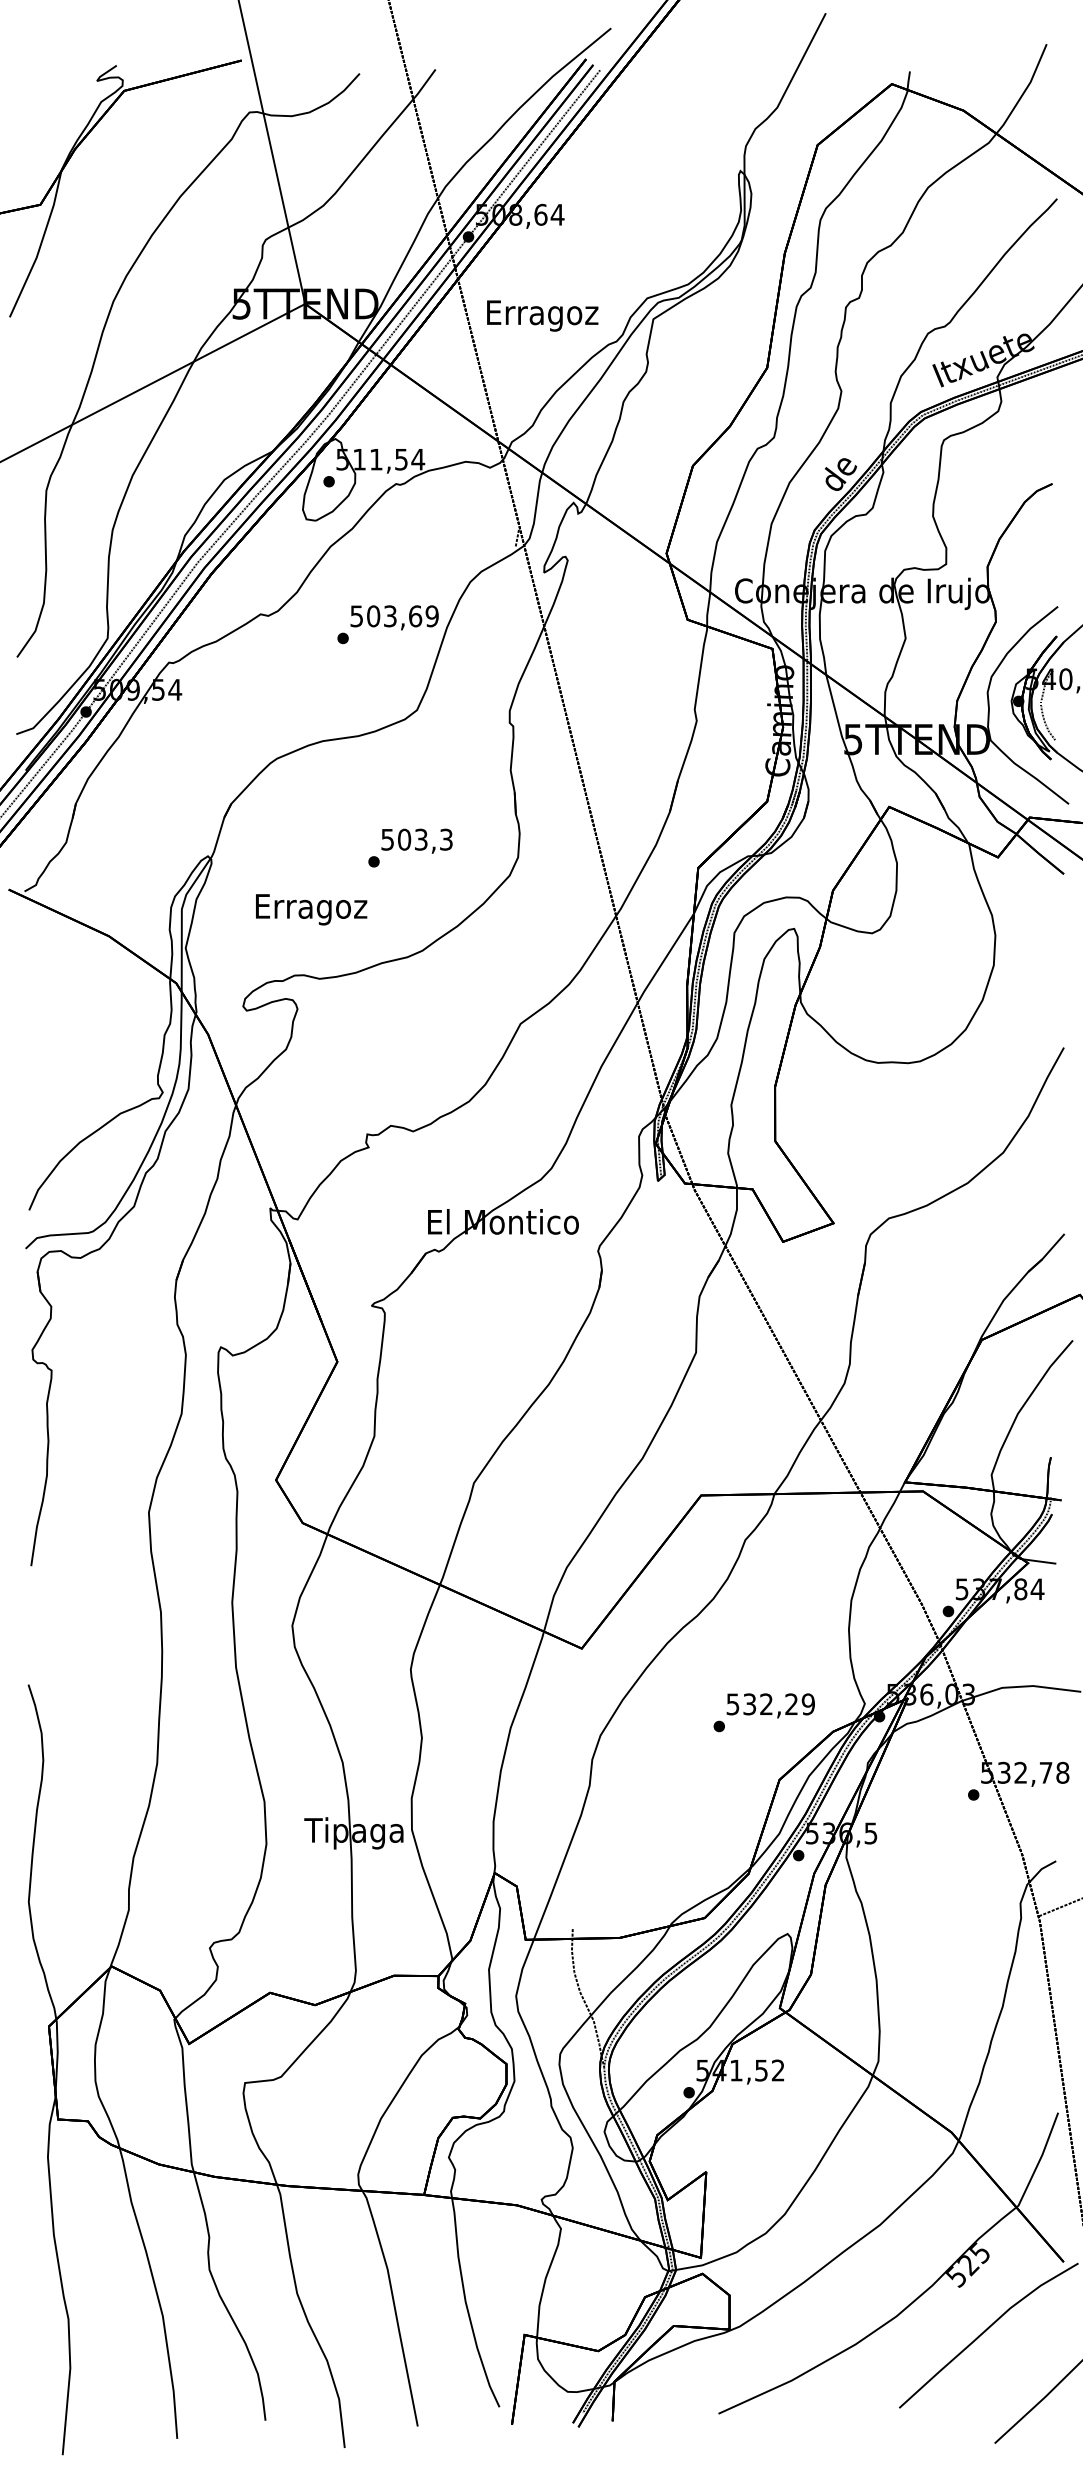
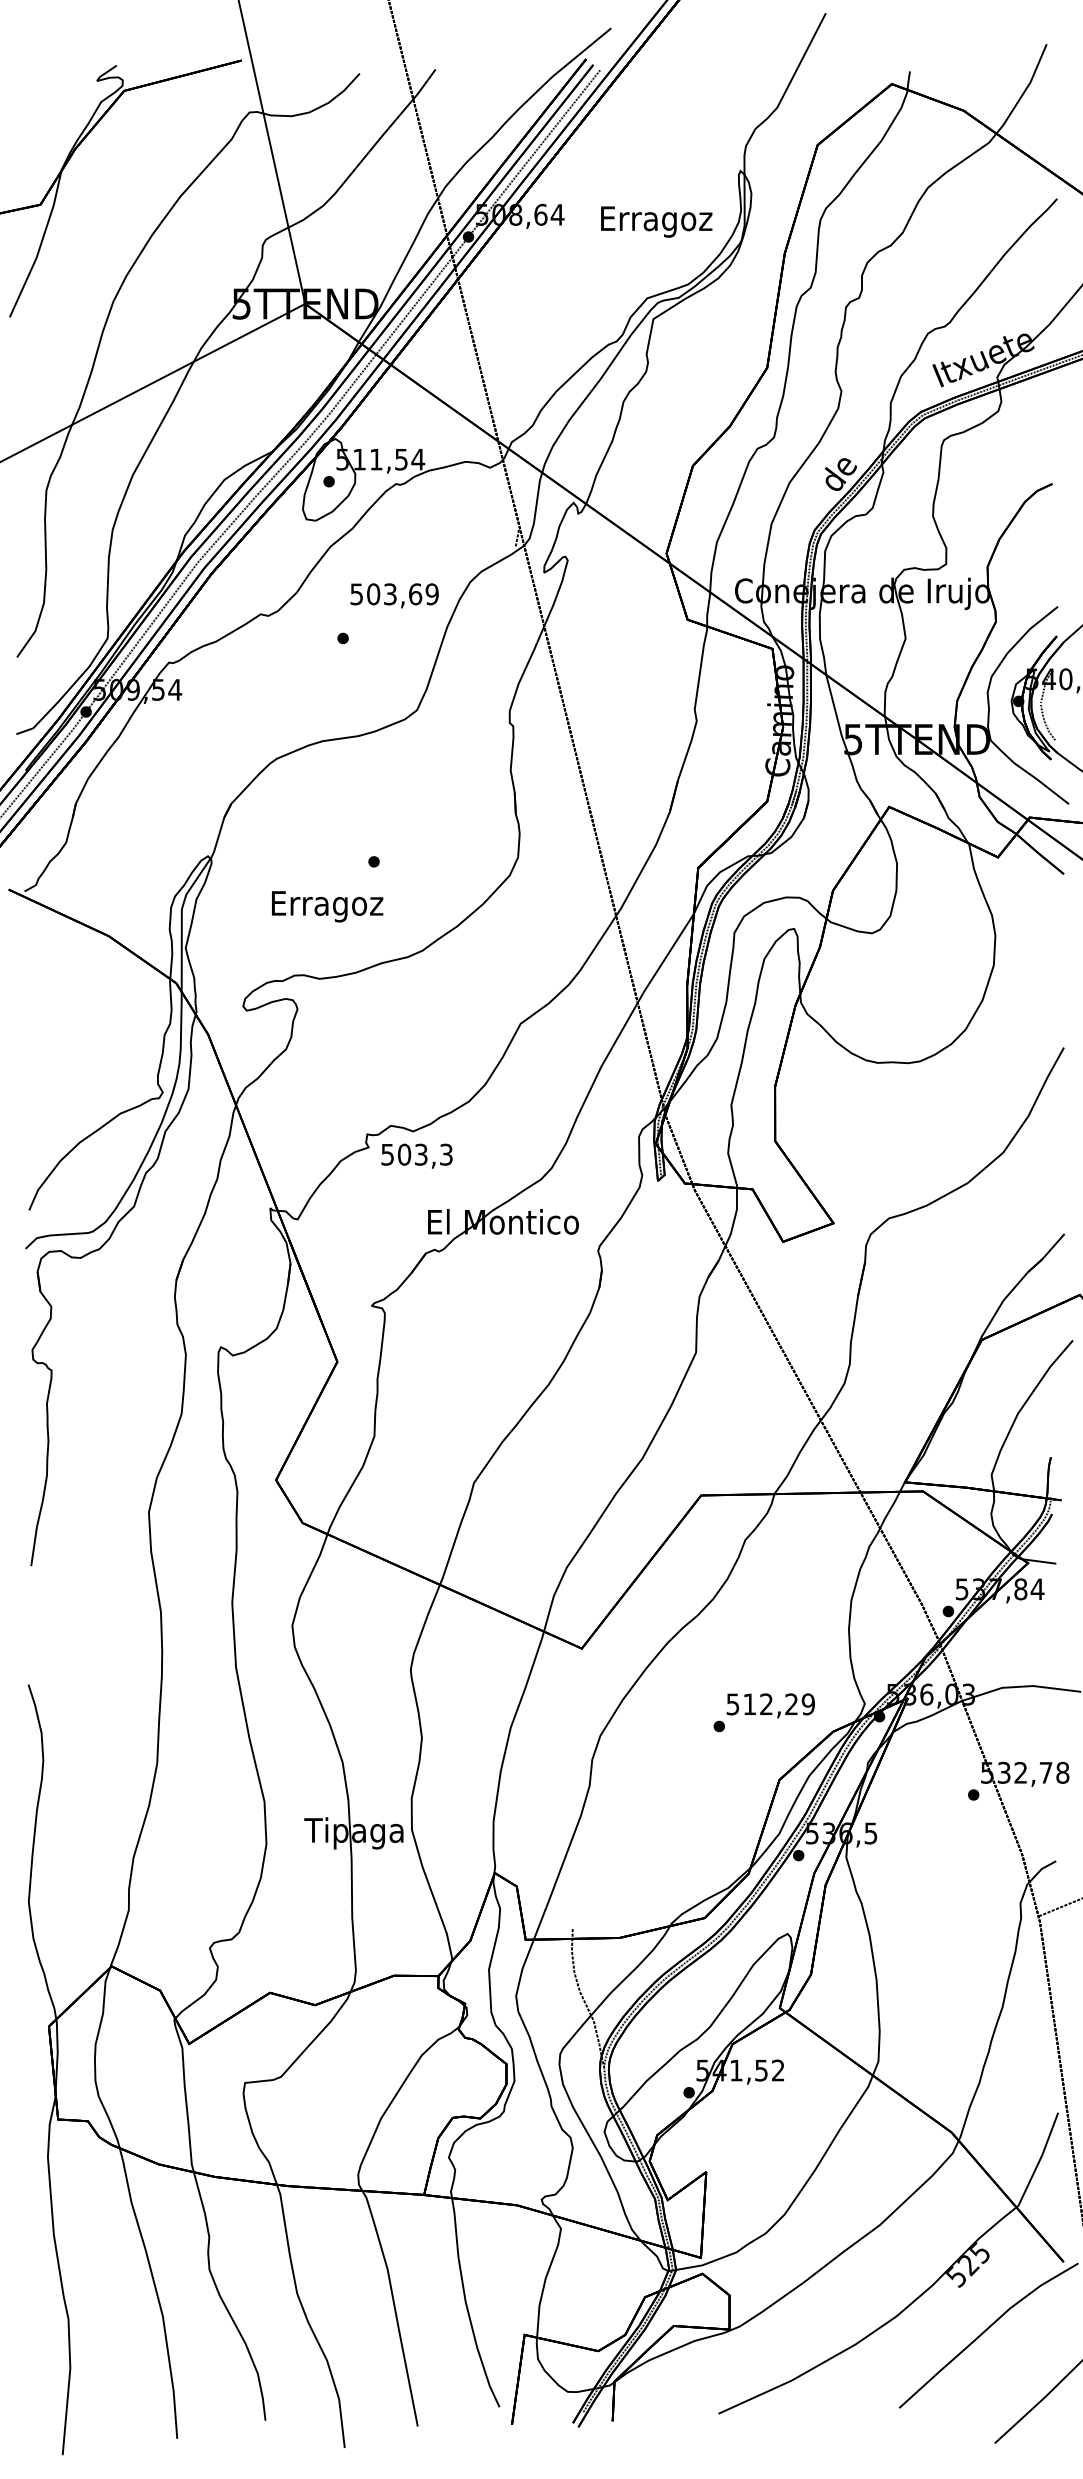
text at (542, 315) position: (542, 315) -> (656, 221)
text at (394, 617) position: (394, 617) -> (394, 595)
text at (416, 840) position: (416, 840) -> (416, 1155)
text at (311, 909) position: (311, 909) -> (327, 906)
text at (749, 1704): 532,29 -> 512,29
